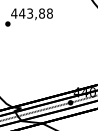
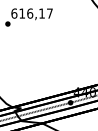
text at (31, 13): 443,88 -> 616,17
